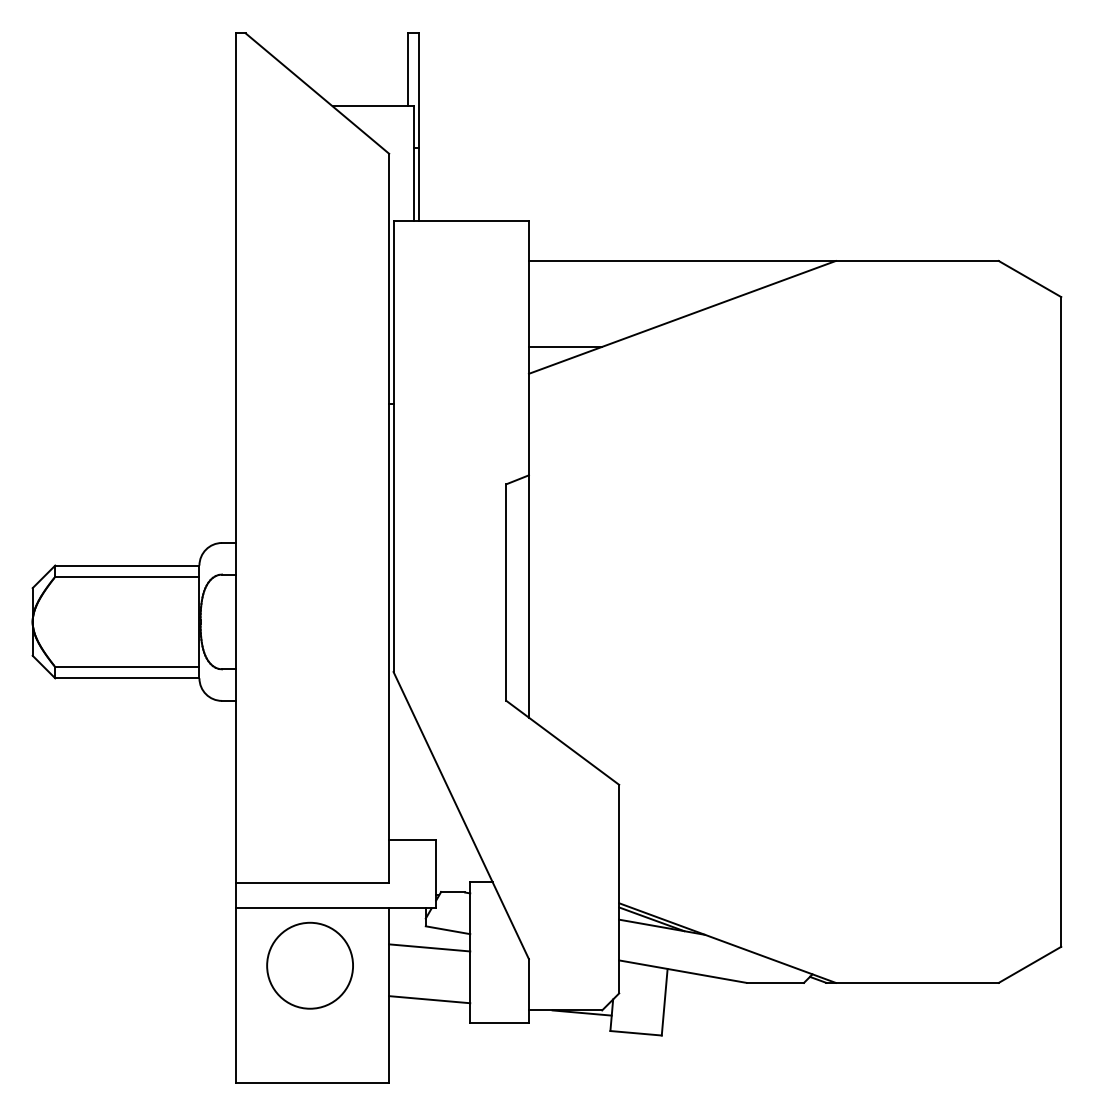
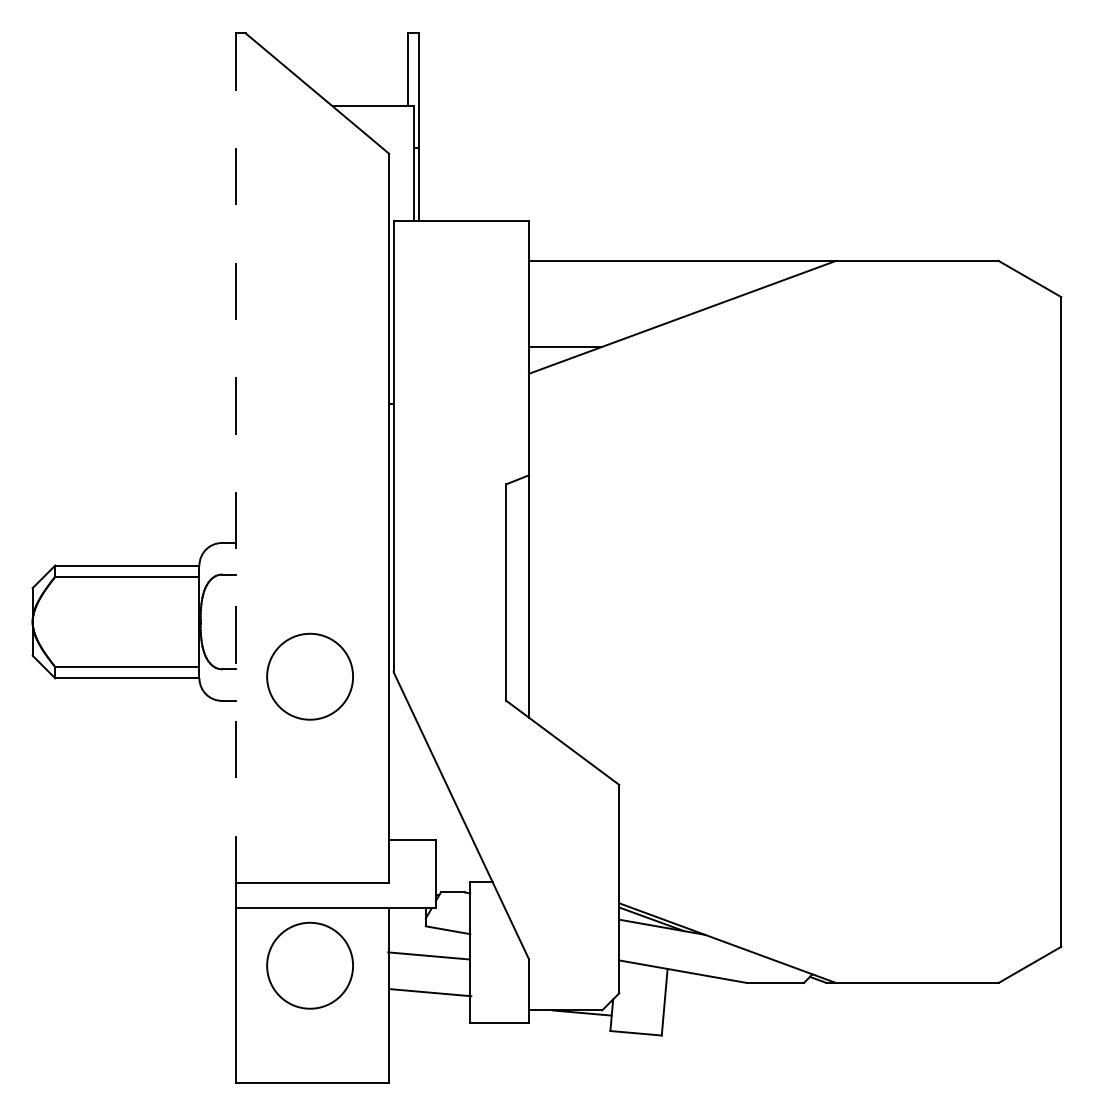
line at (235, 458): solid -> dashed
circle at (309, 676): none -> present
line at (429, 947) position: (429, 947) -> (428, 955)
line at (429, 999) position: (429, 999) -> (430, 992)
